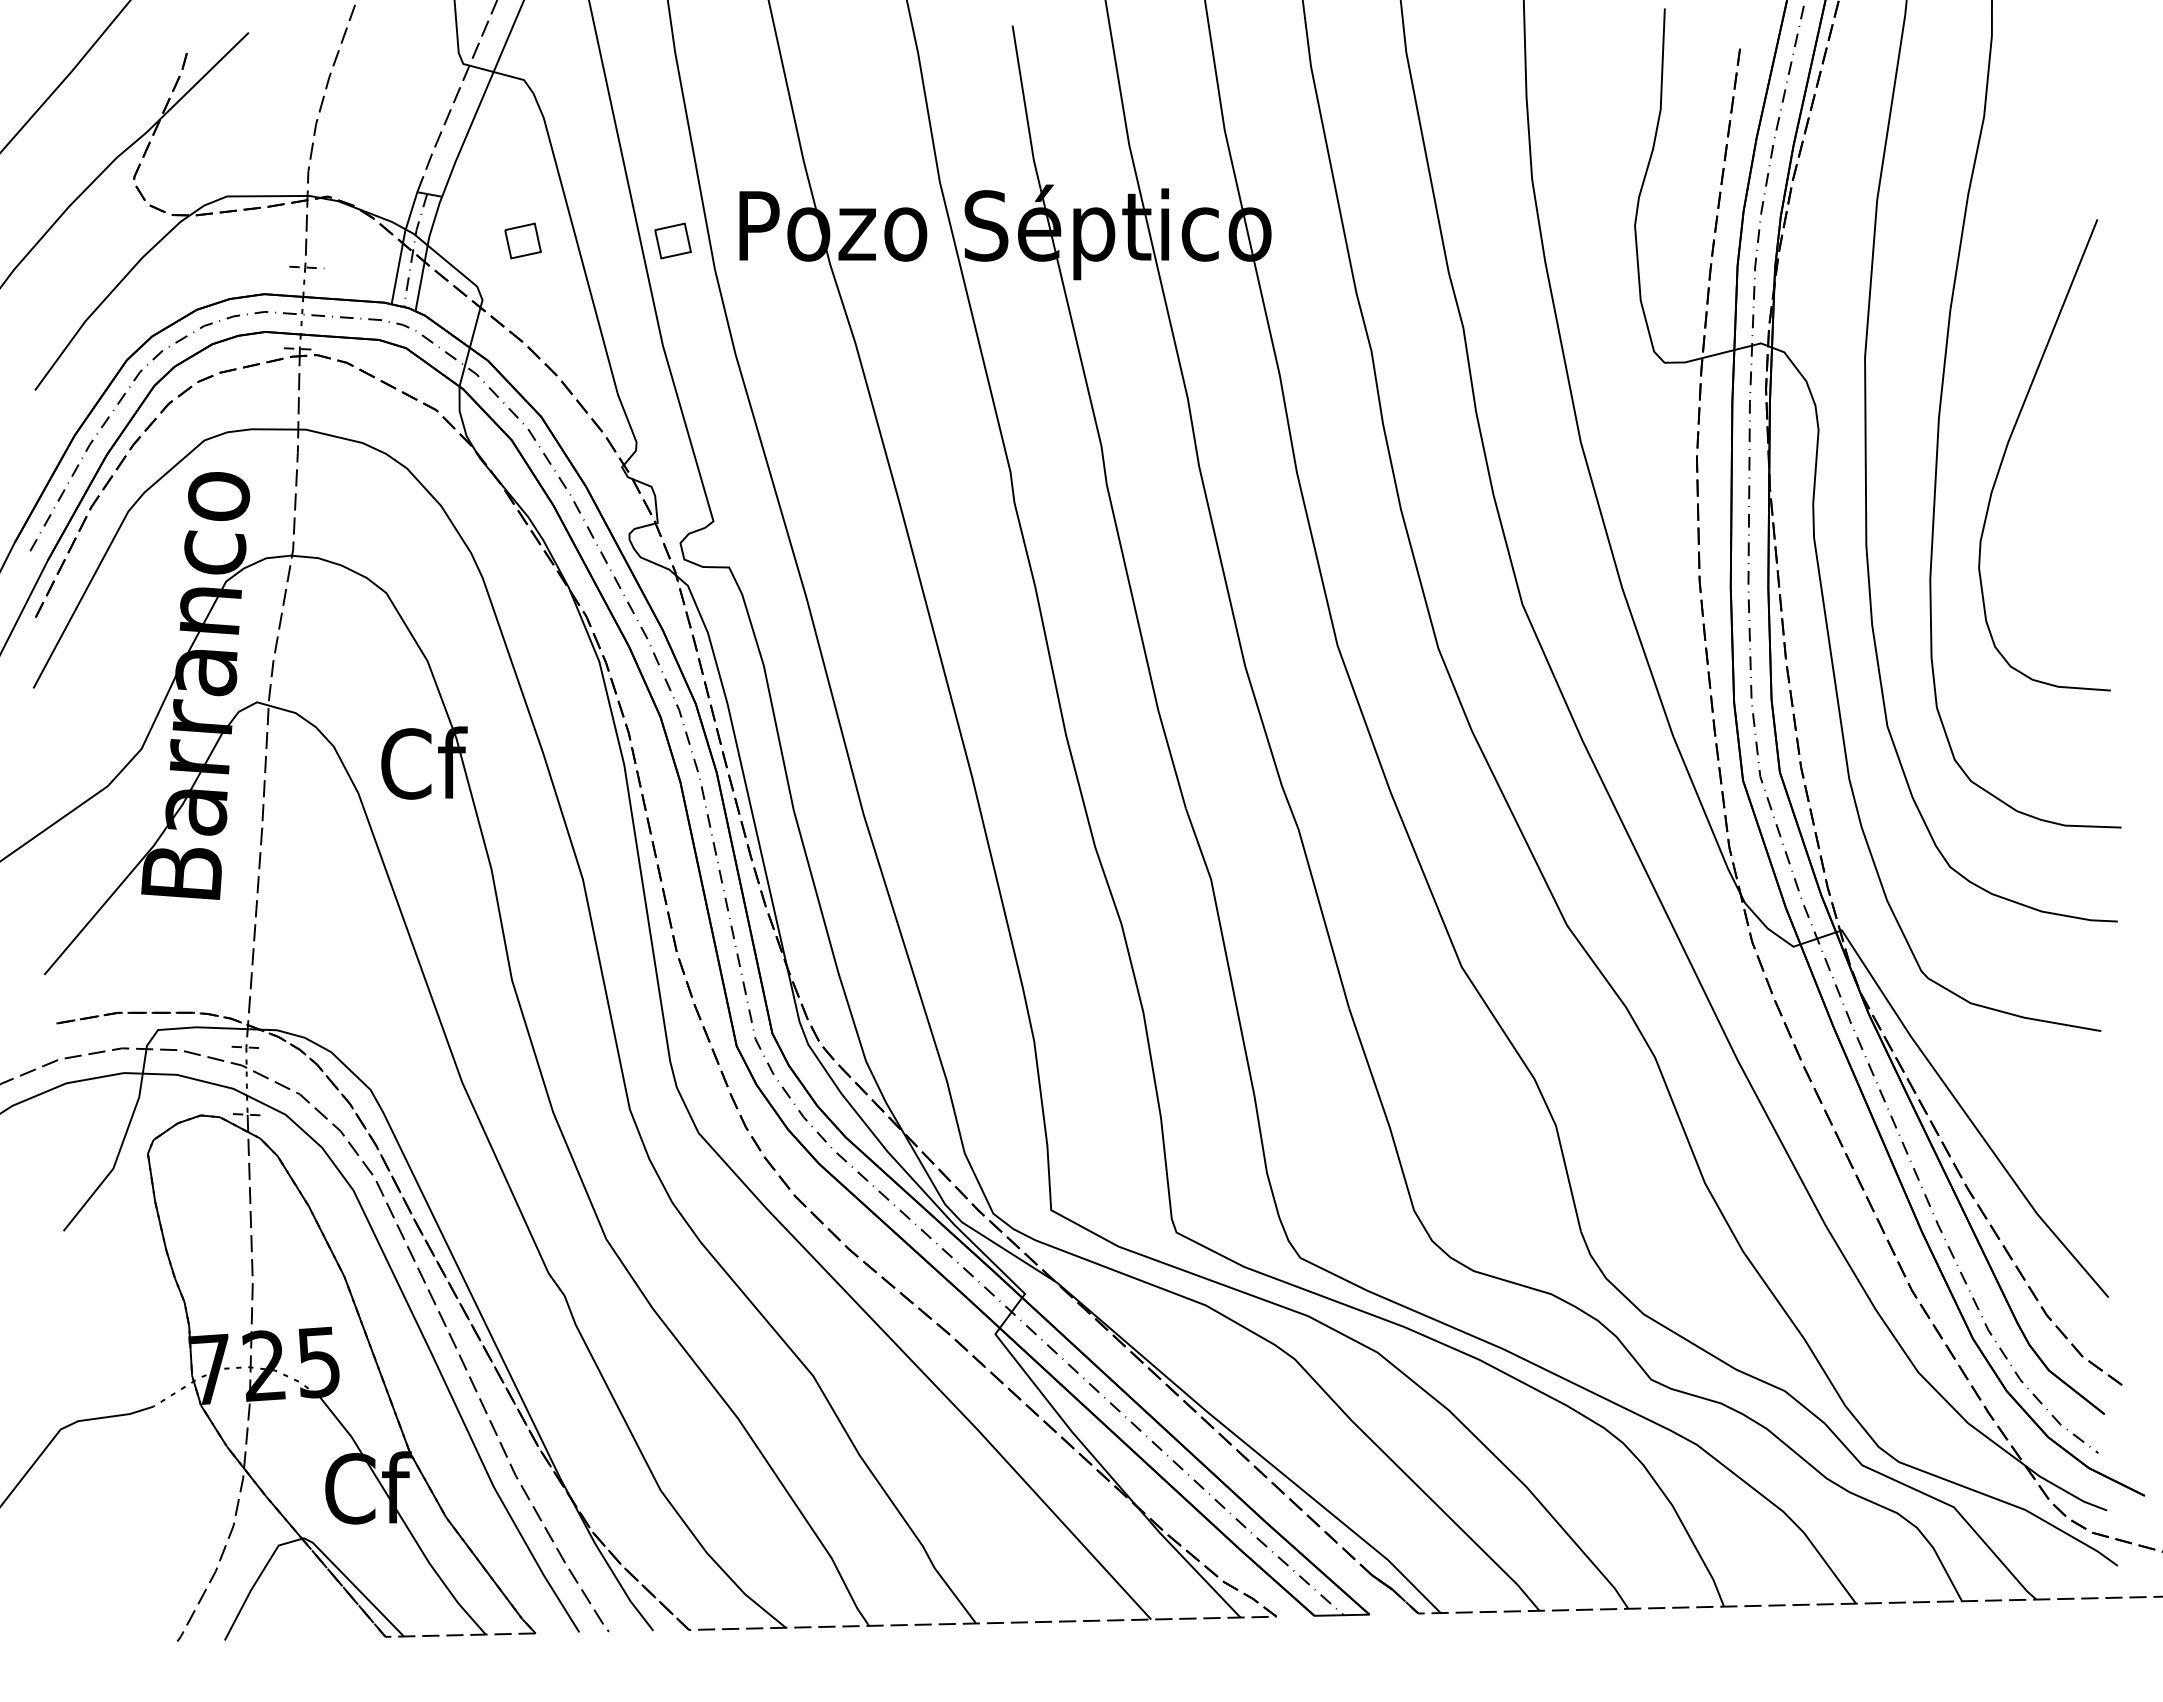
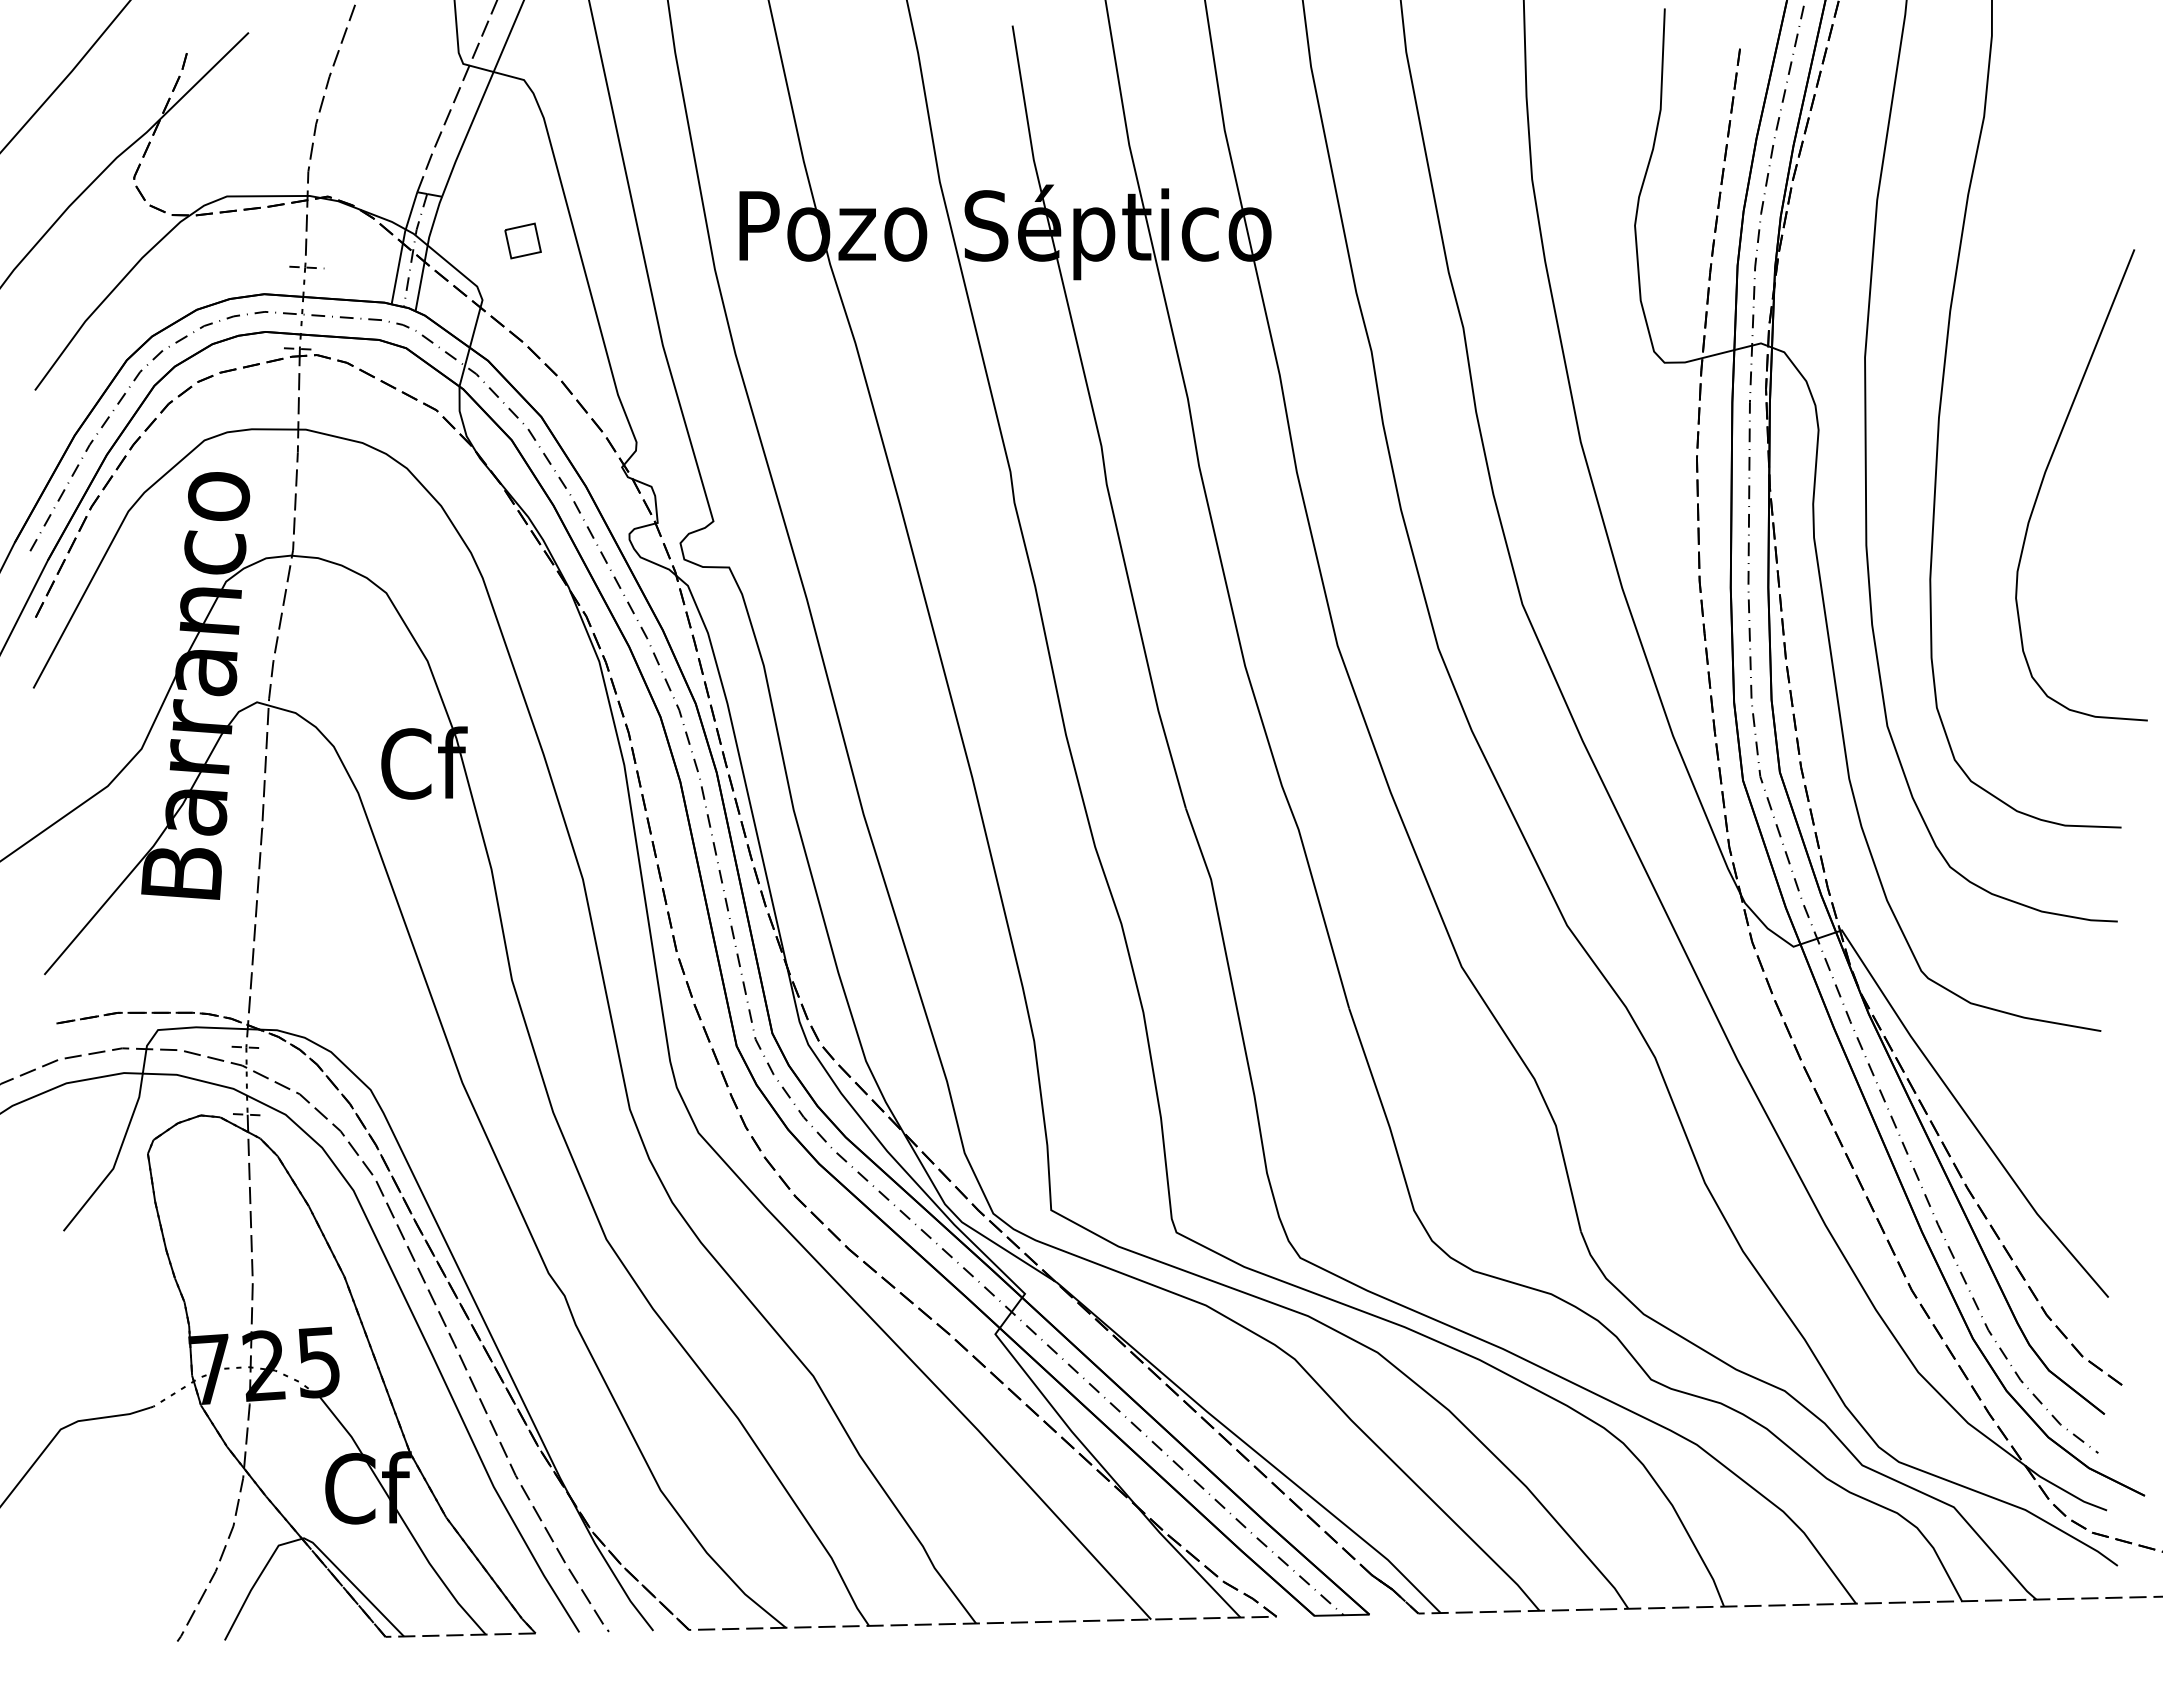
part at (672, 240): present -> none
curve at (2009, 442) position: (2009, 442) -> (2046, 472)
